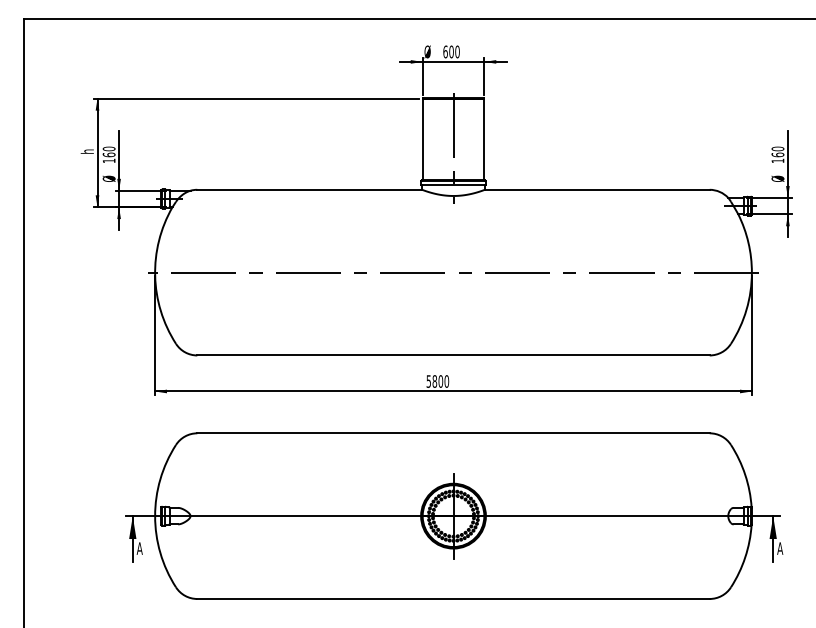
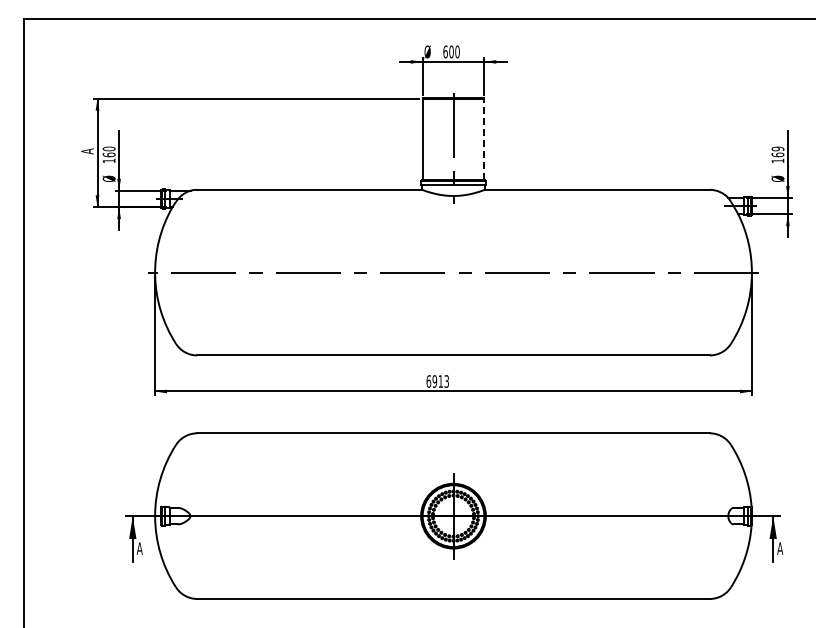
line at (484, 139): solid -> dashed
text at (778, 149): 160 -> 169
text at (86, 151): h -> A
text at (437, 381): 5800 -> 6913
